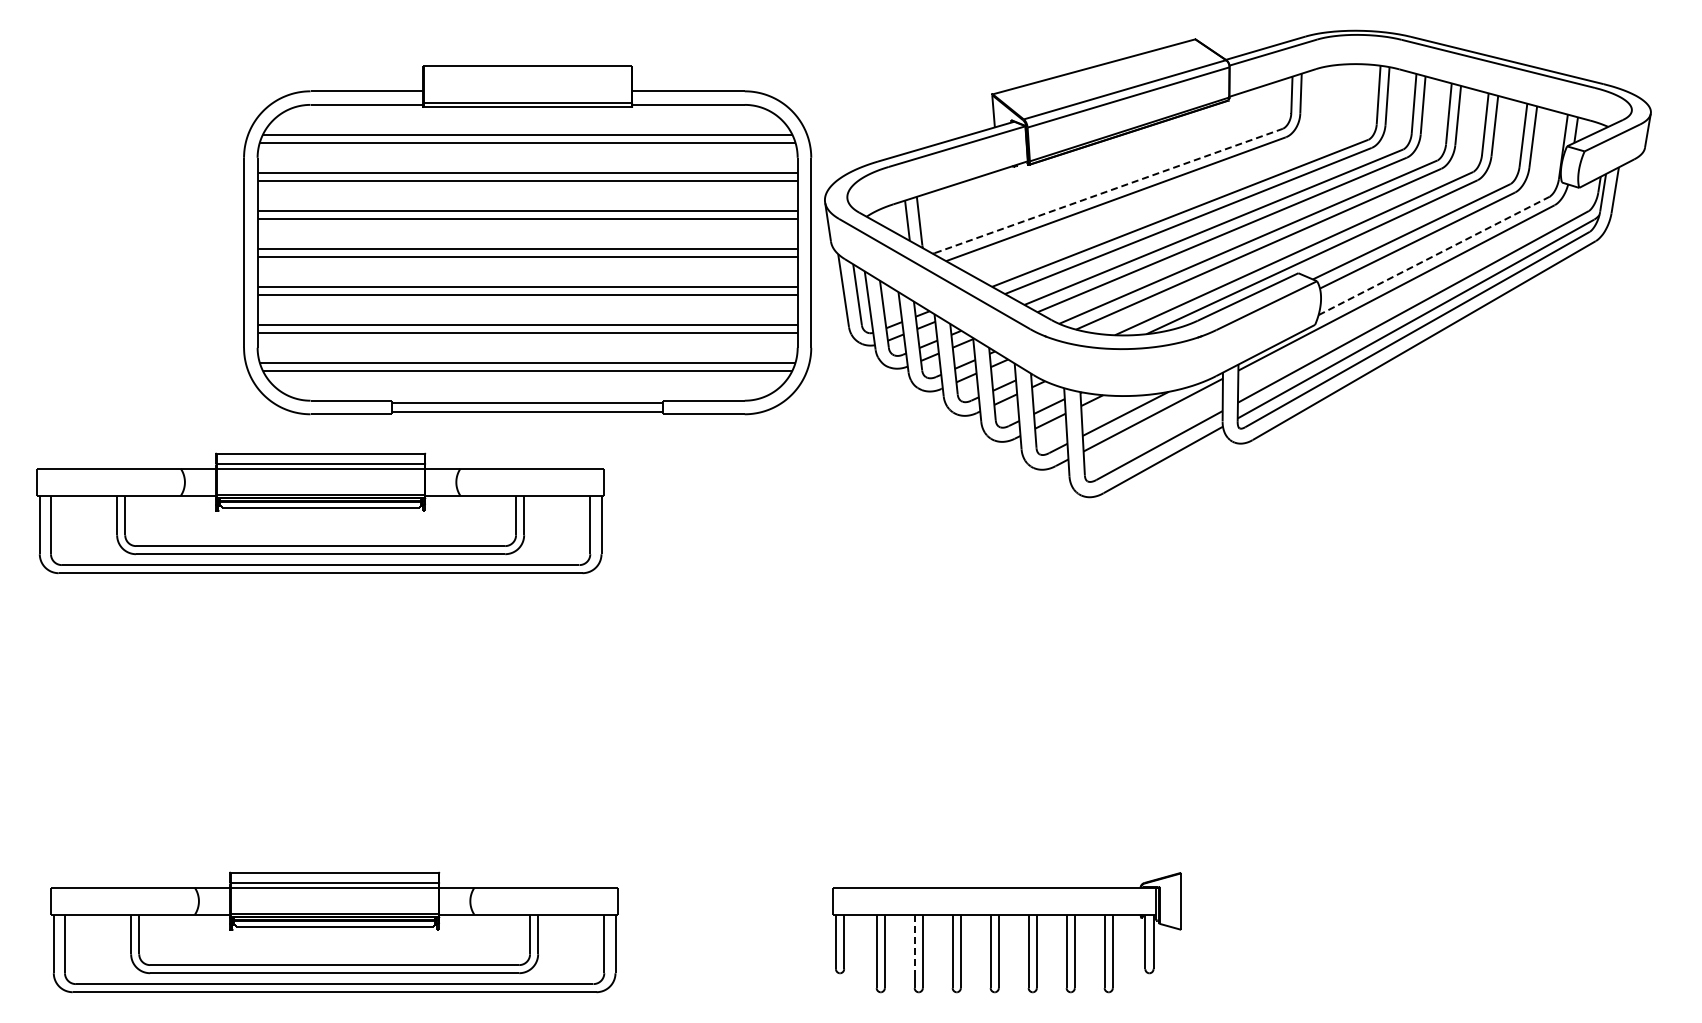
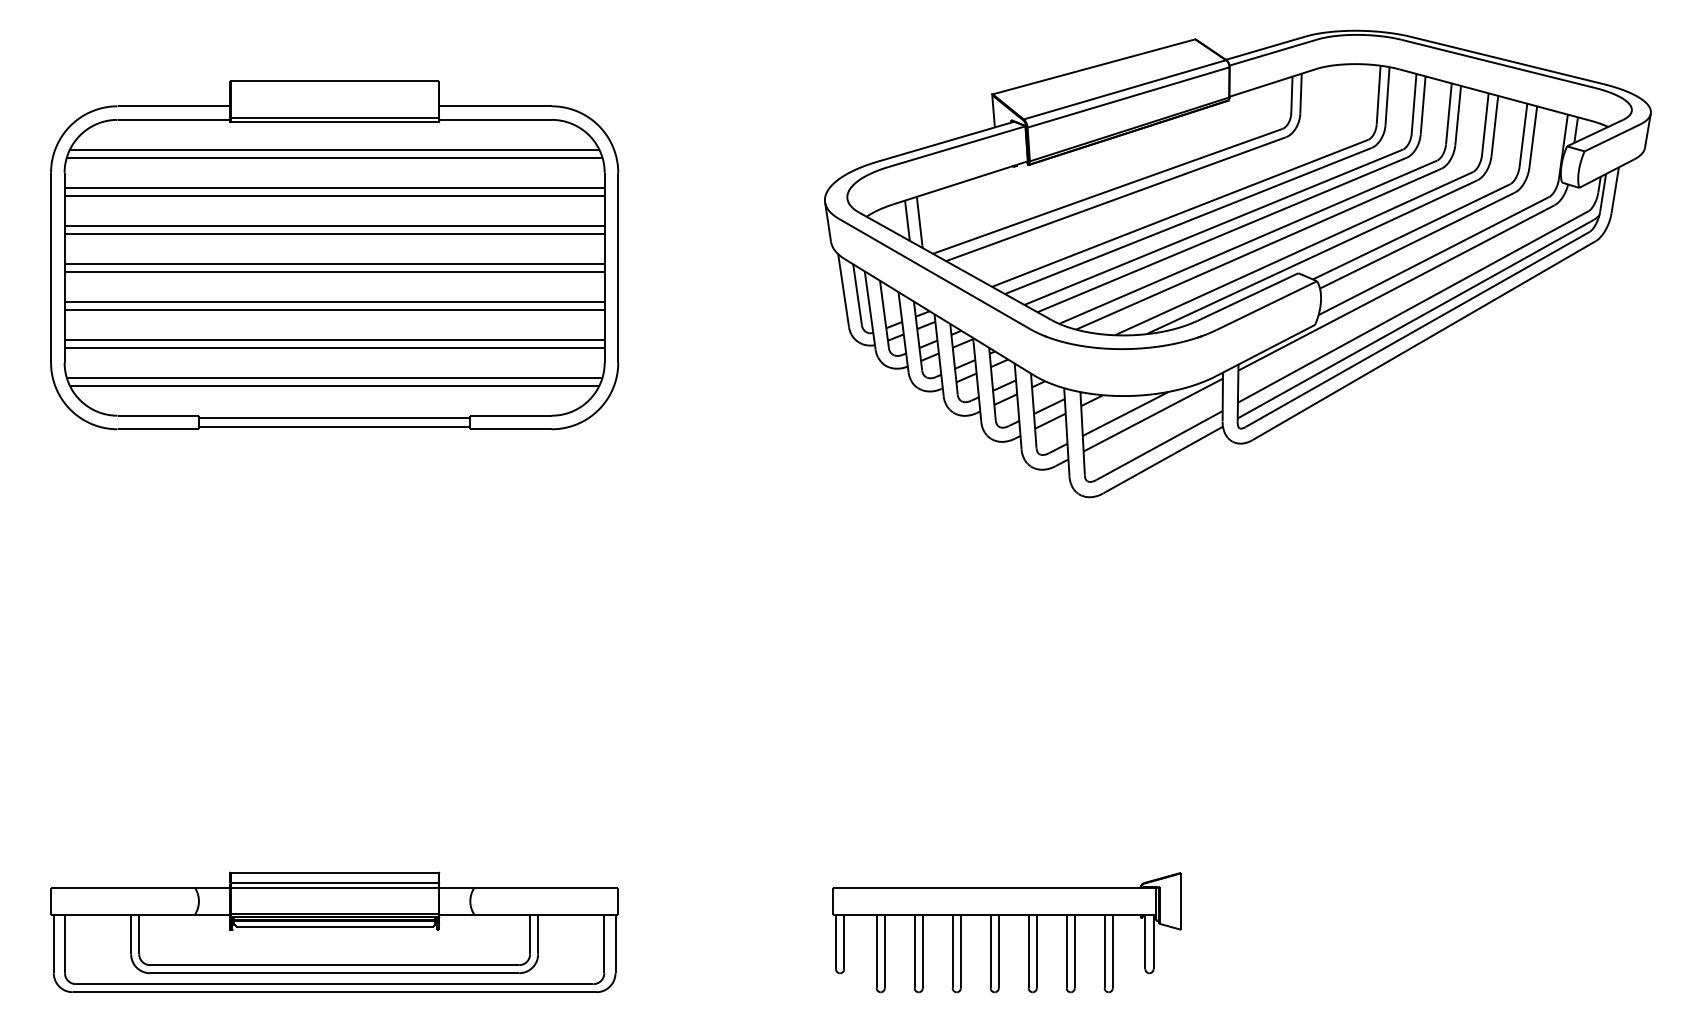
line at (1108, 190): dashed -> solid
part at (527, 240) position: (527, 240) -> (334, 255)
line at (1434, 255): dashed -> solid
part at (320, 513): present -> none
line at (914, 944): dashed -> solid
